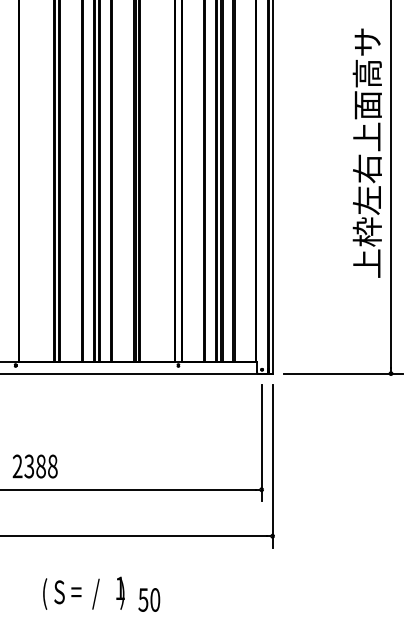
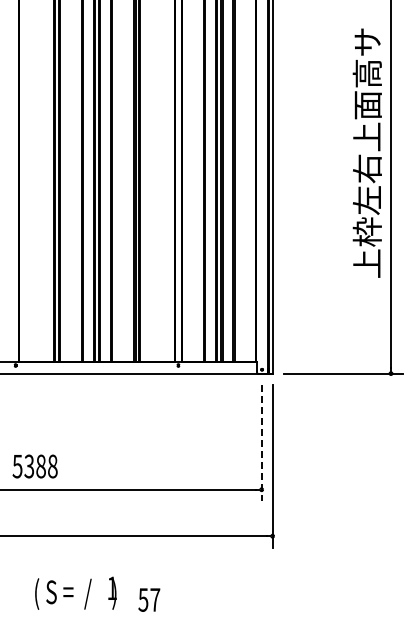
line at (261, 443): solid -> dashed
text at (17, 466): 2388 -> 5388
text at (83, 592) position: (83, 592) -> (75, 592)
text at (155, 599): 50 -> 57
